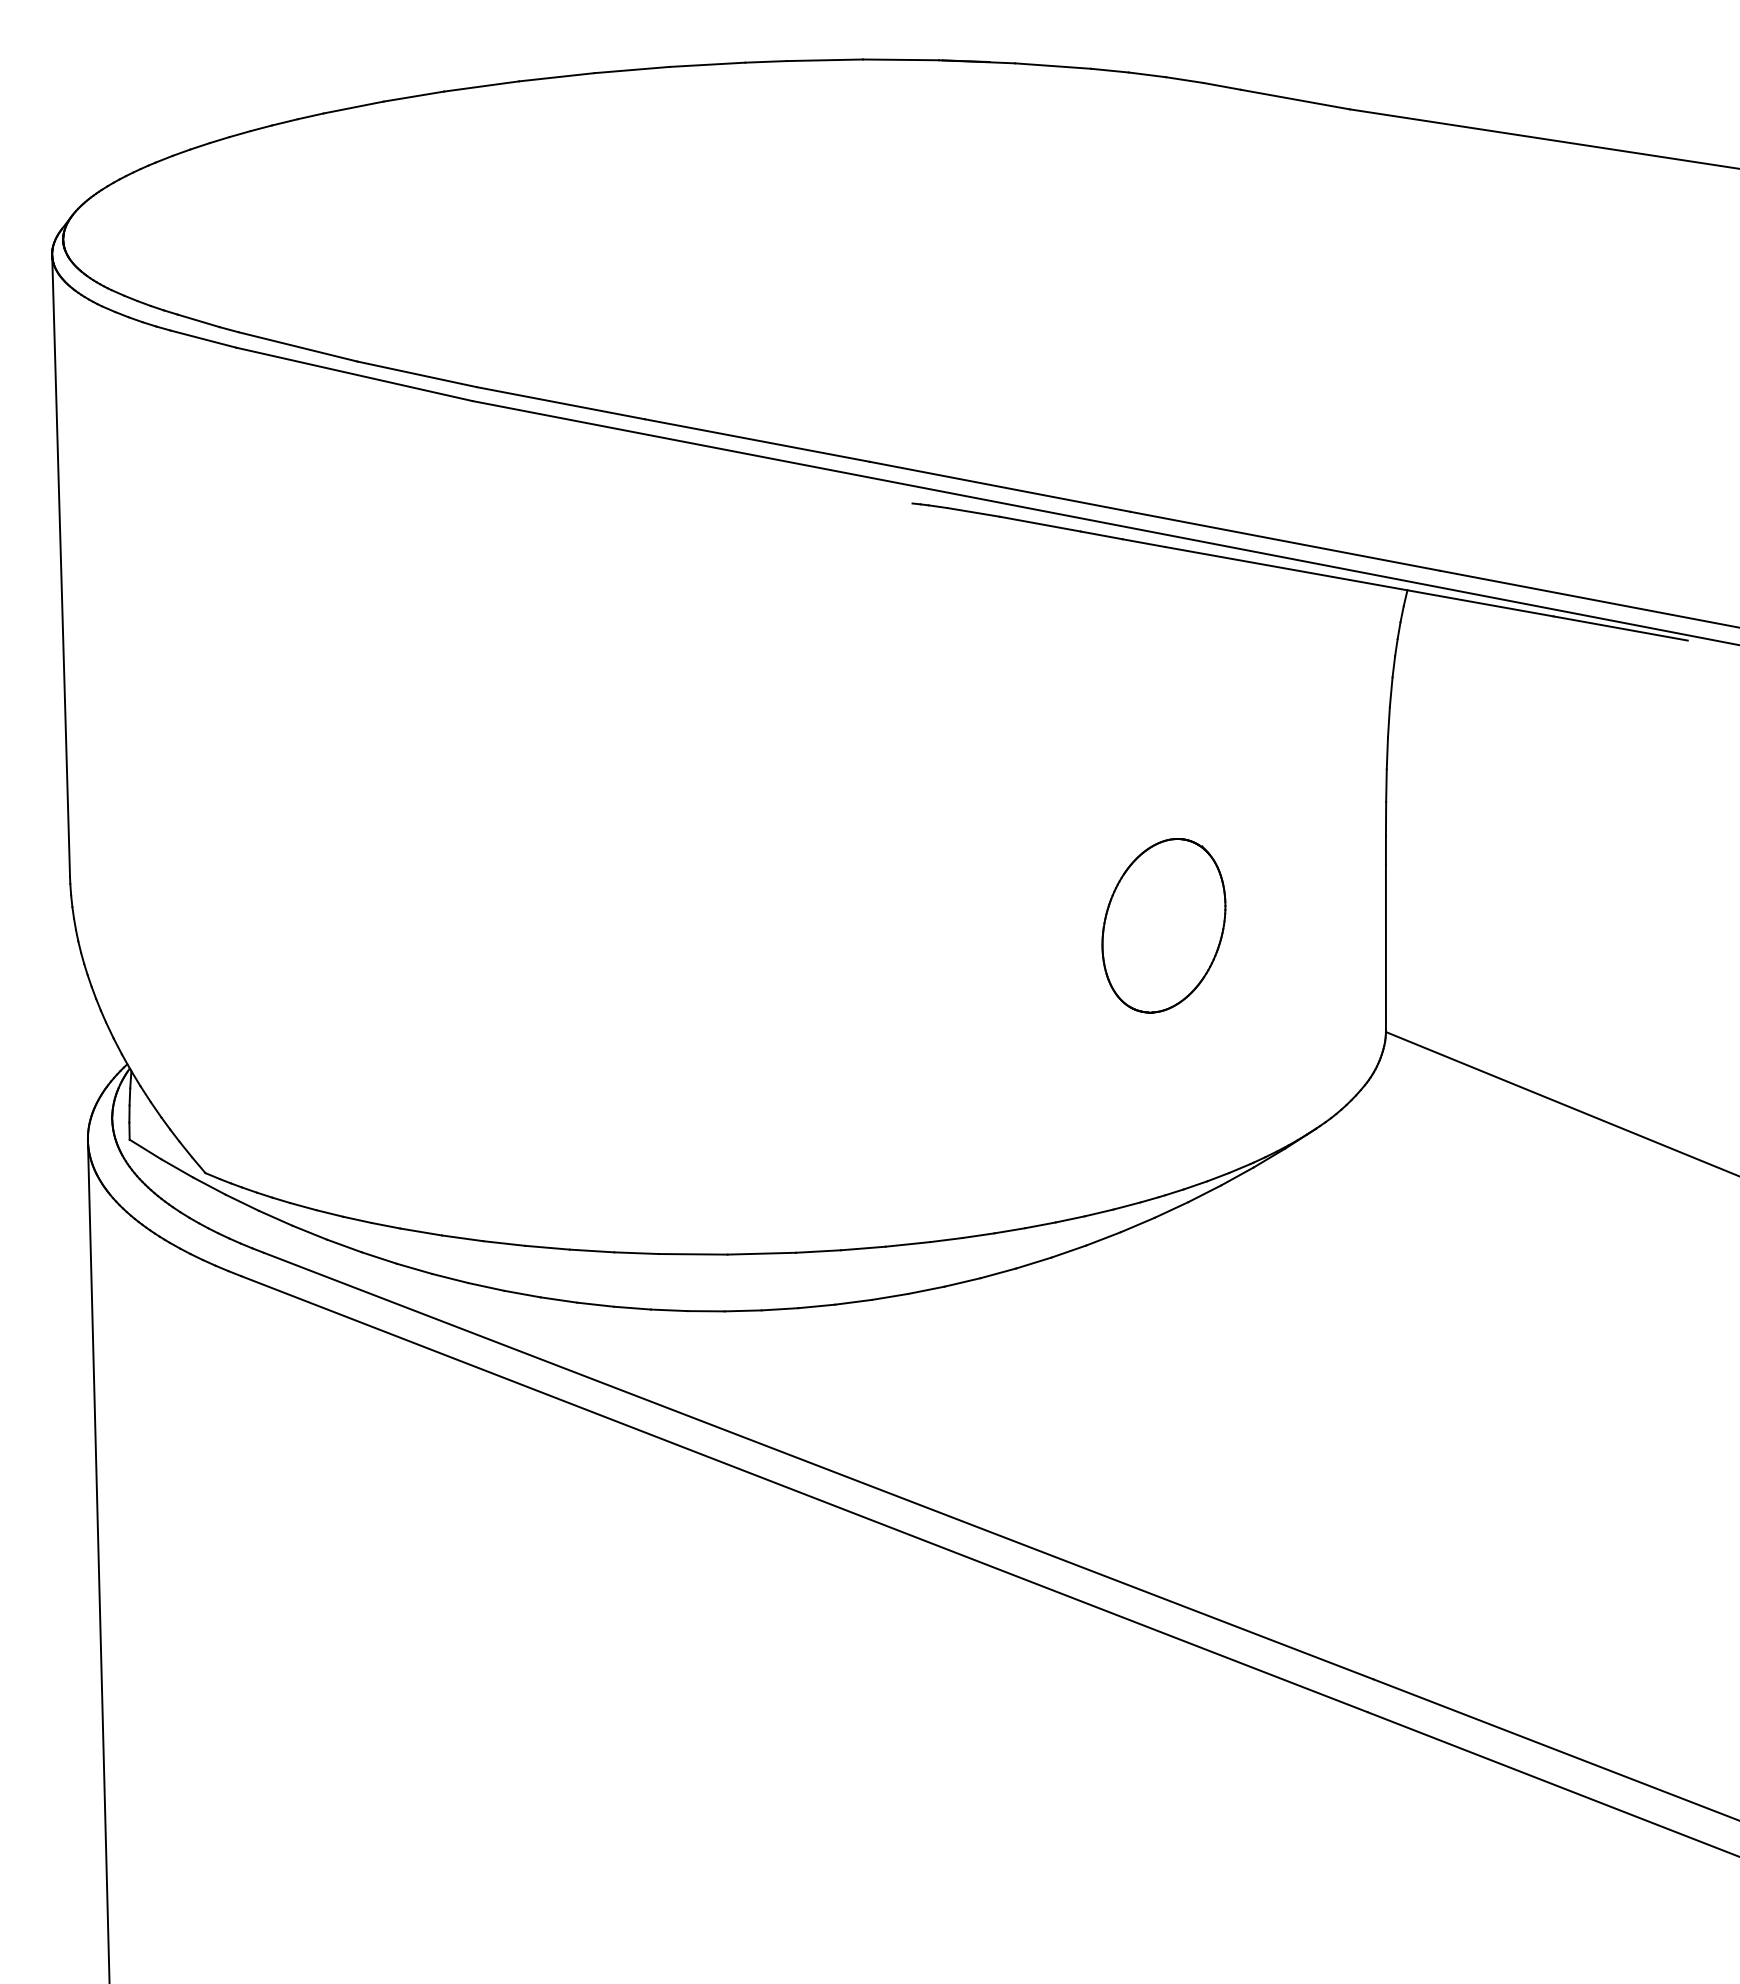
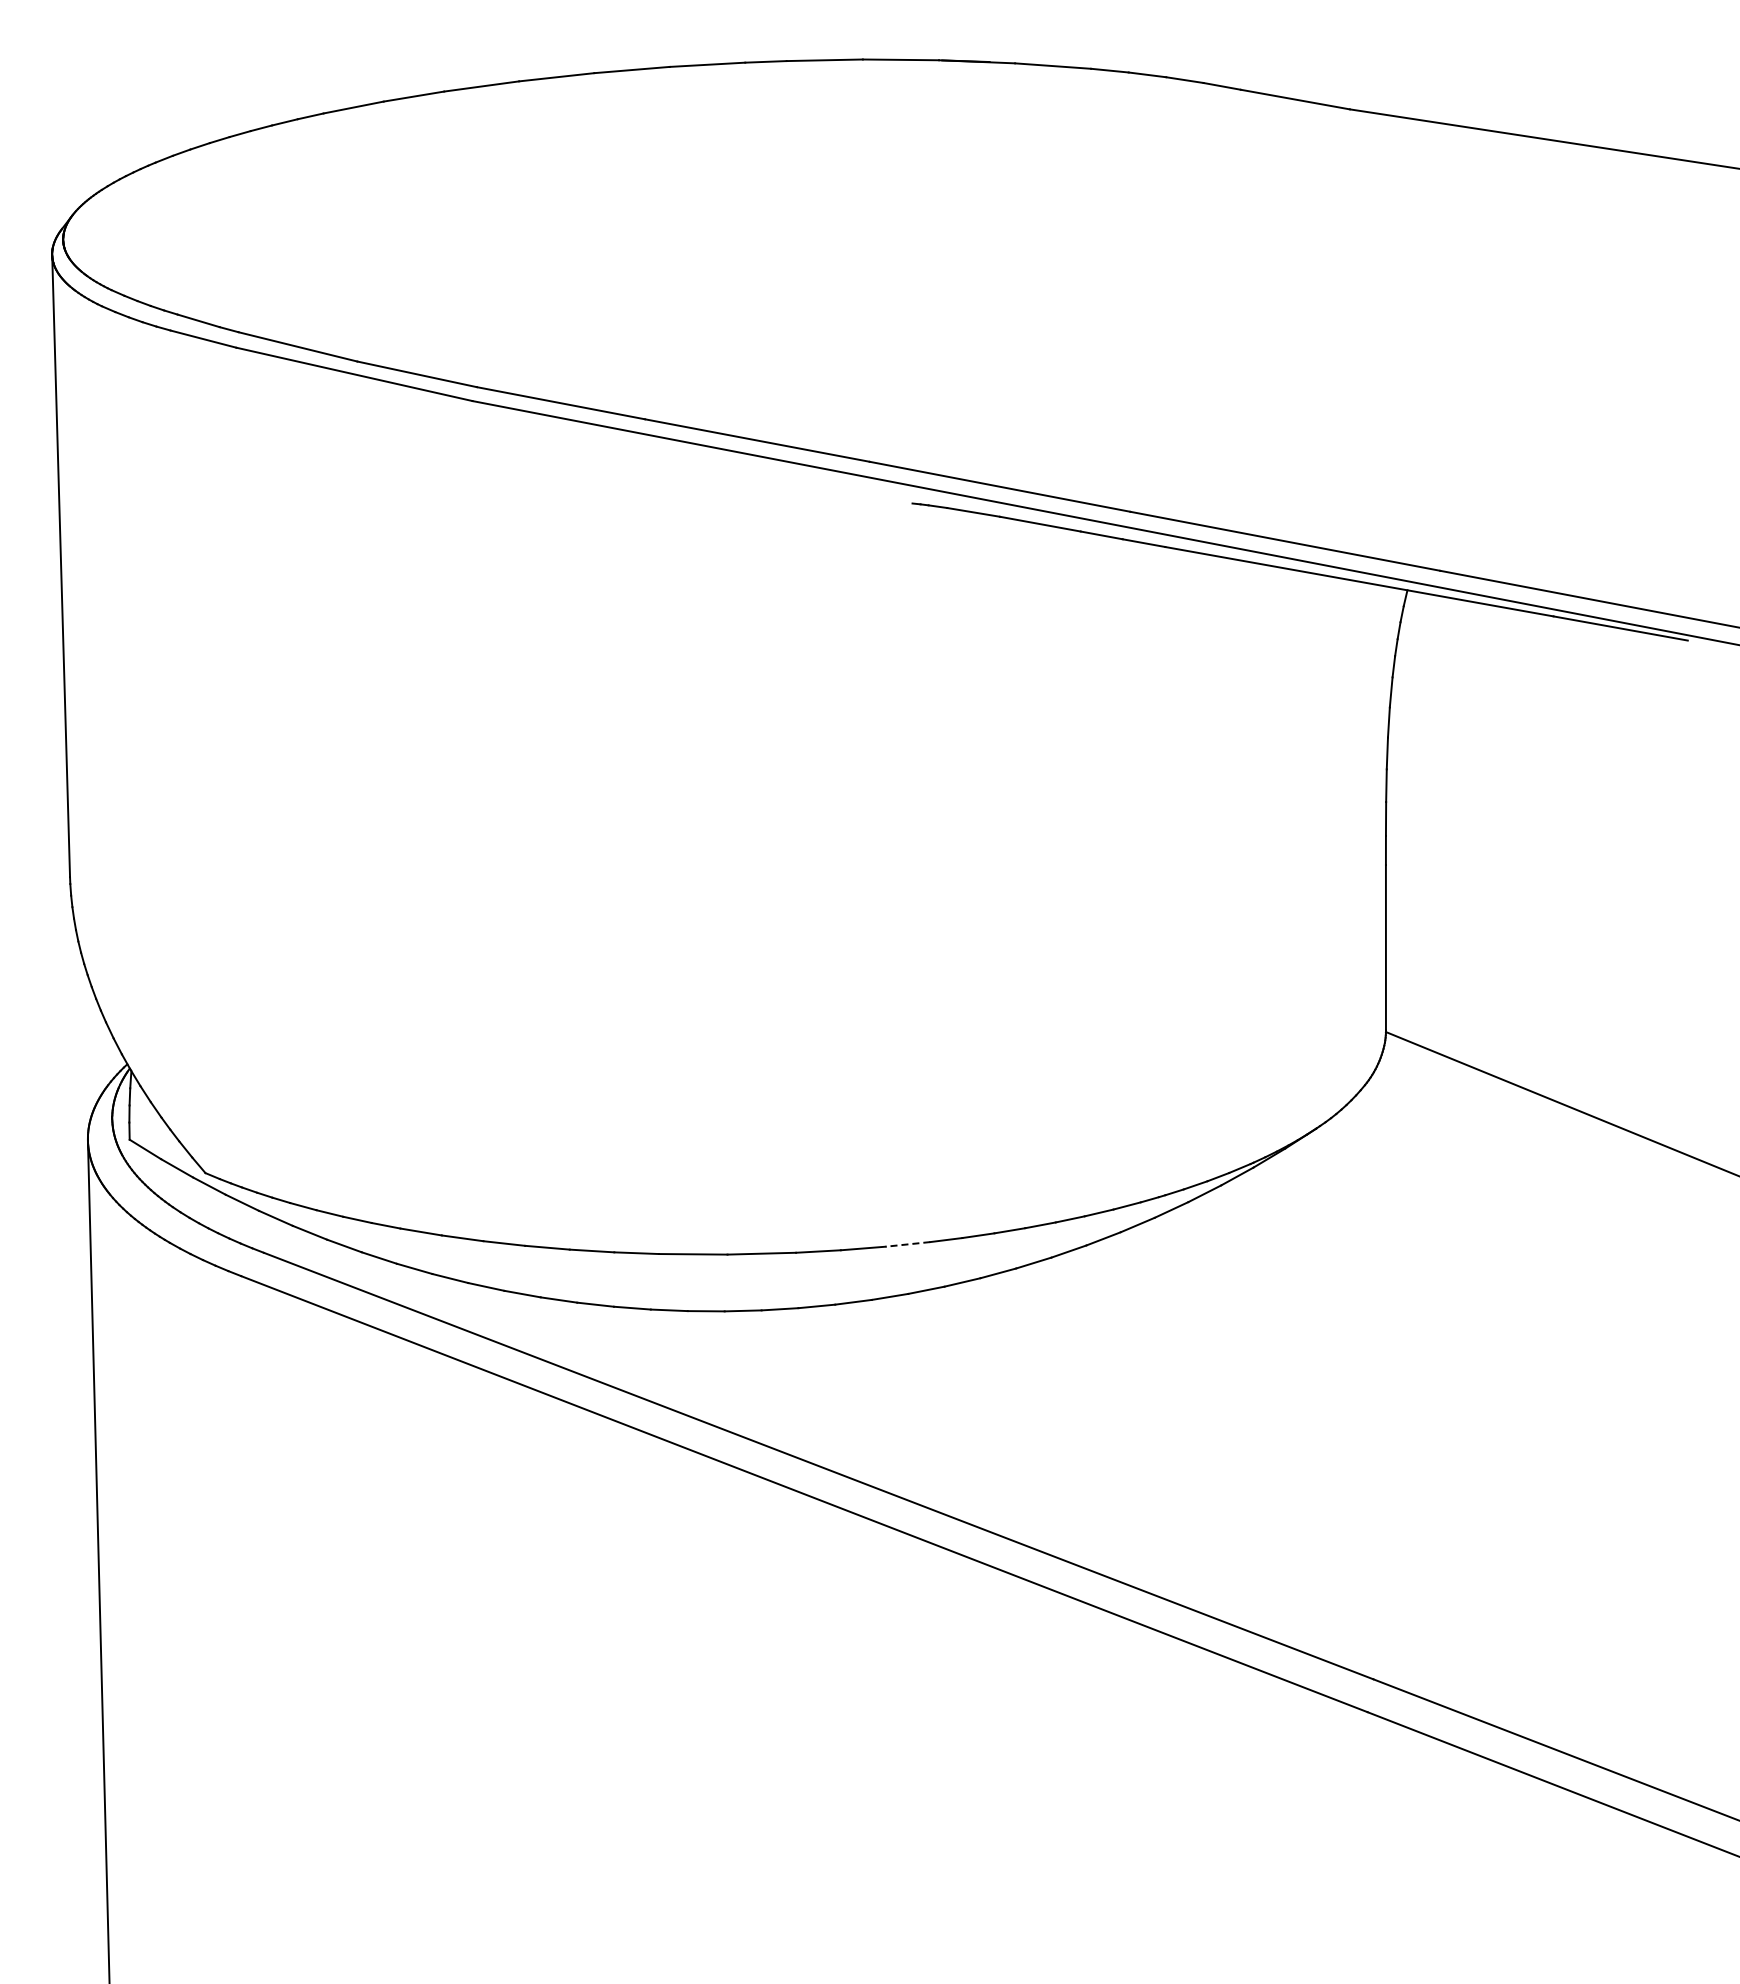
part at (1163, 925): present -> none
line at (907, 1244): solid -> dashed
